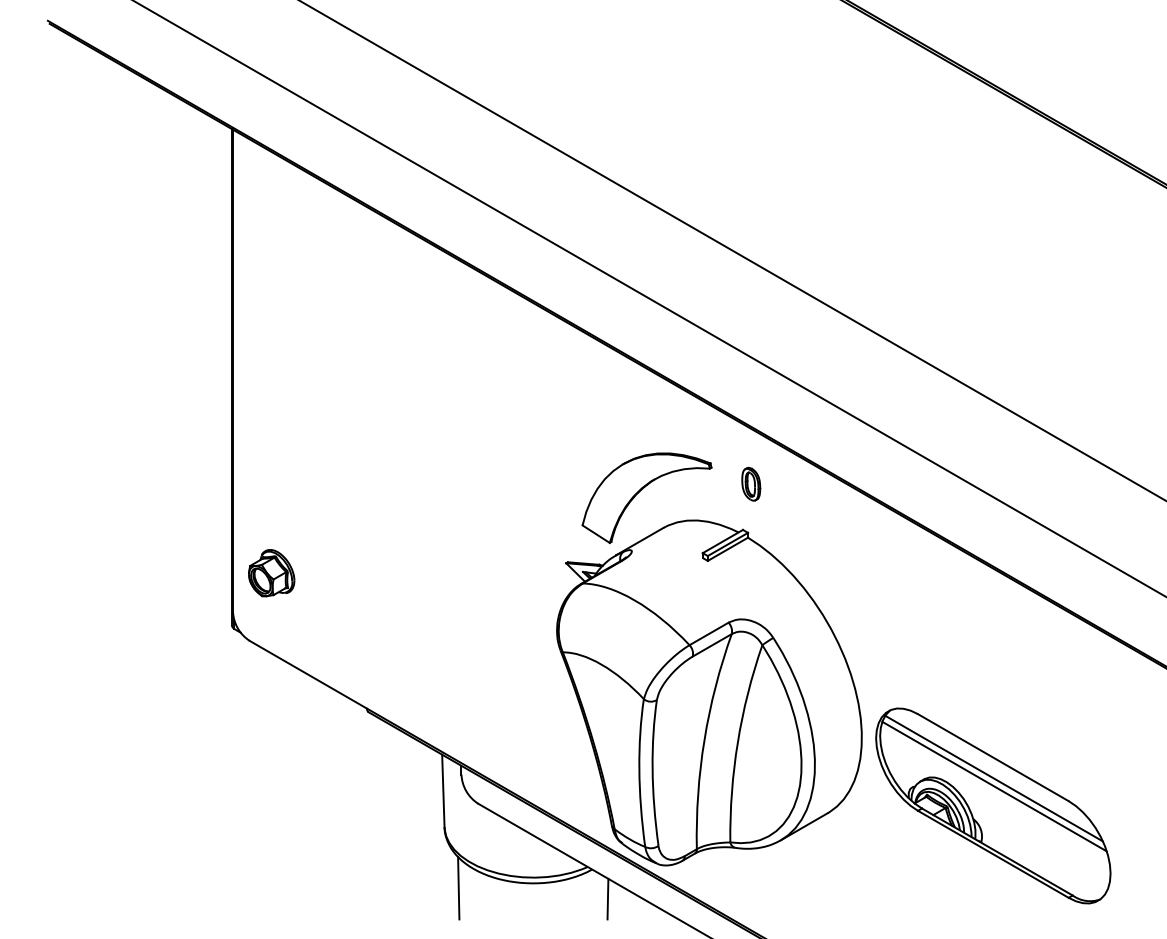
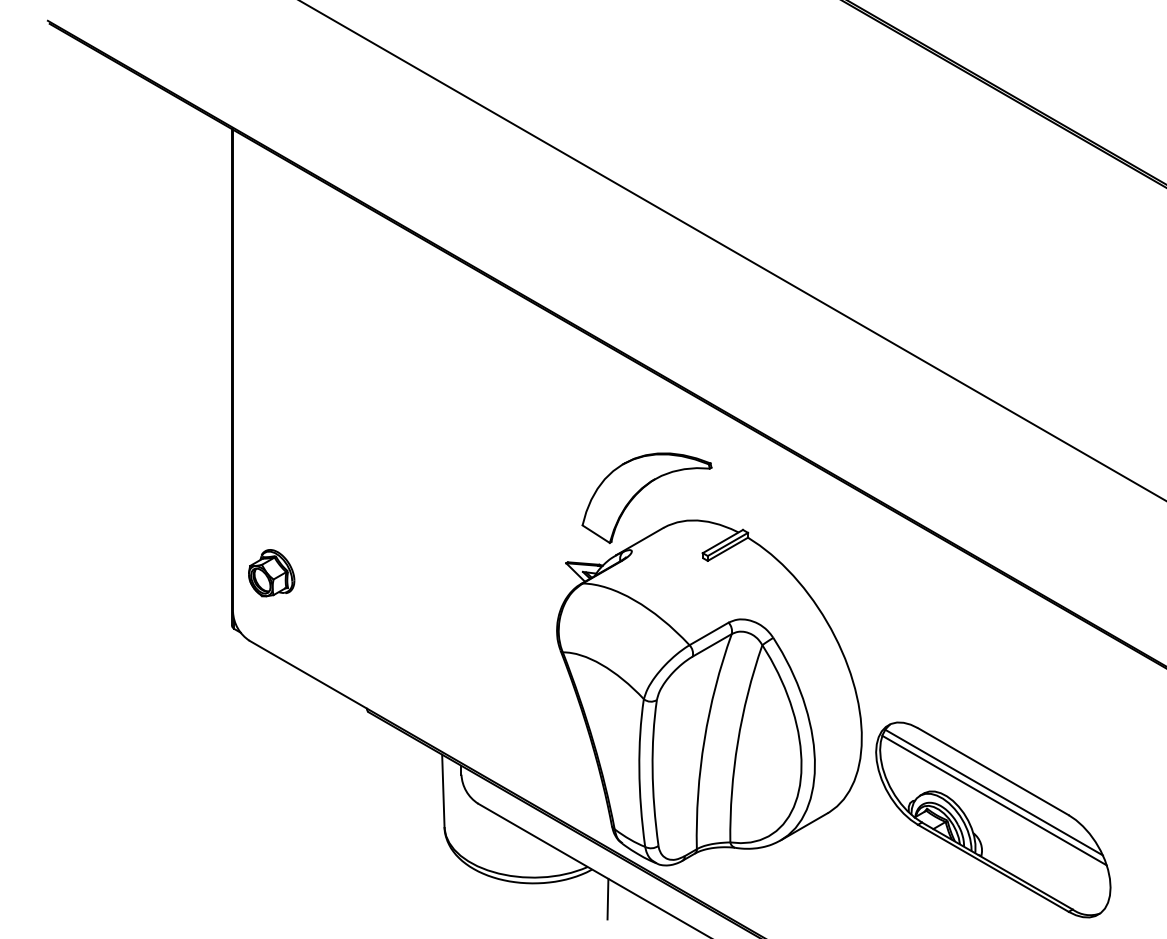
line at (649, 298): present -> none
part at (751, 484): present -> none
part at (993, 805) position: (993, 805) -> (993, 819)
line at (458, 887): present -> none
